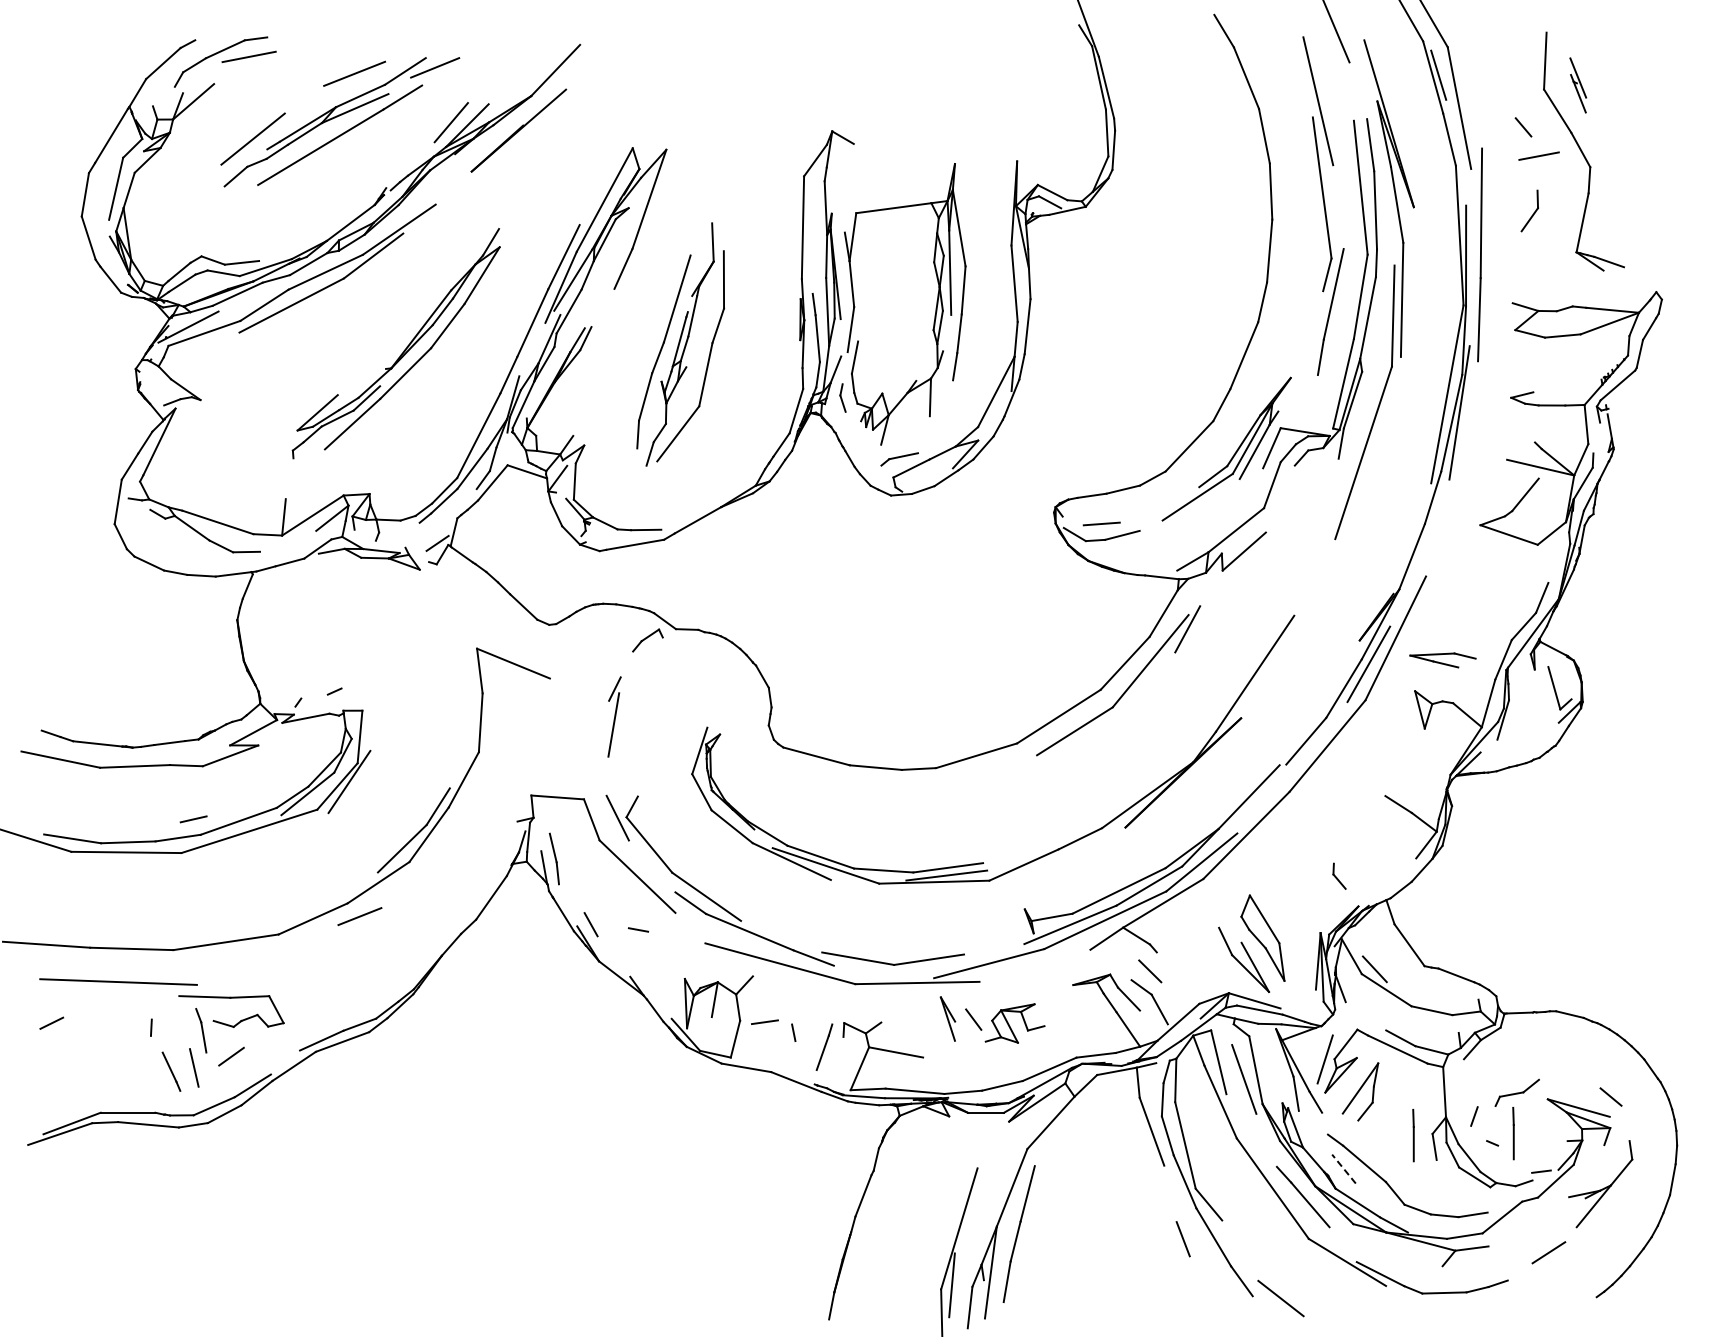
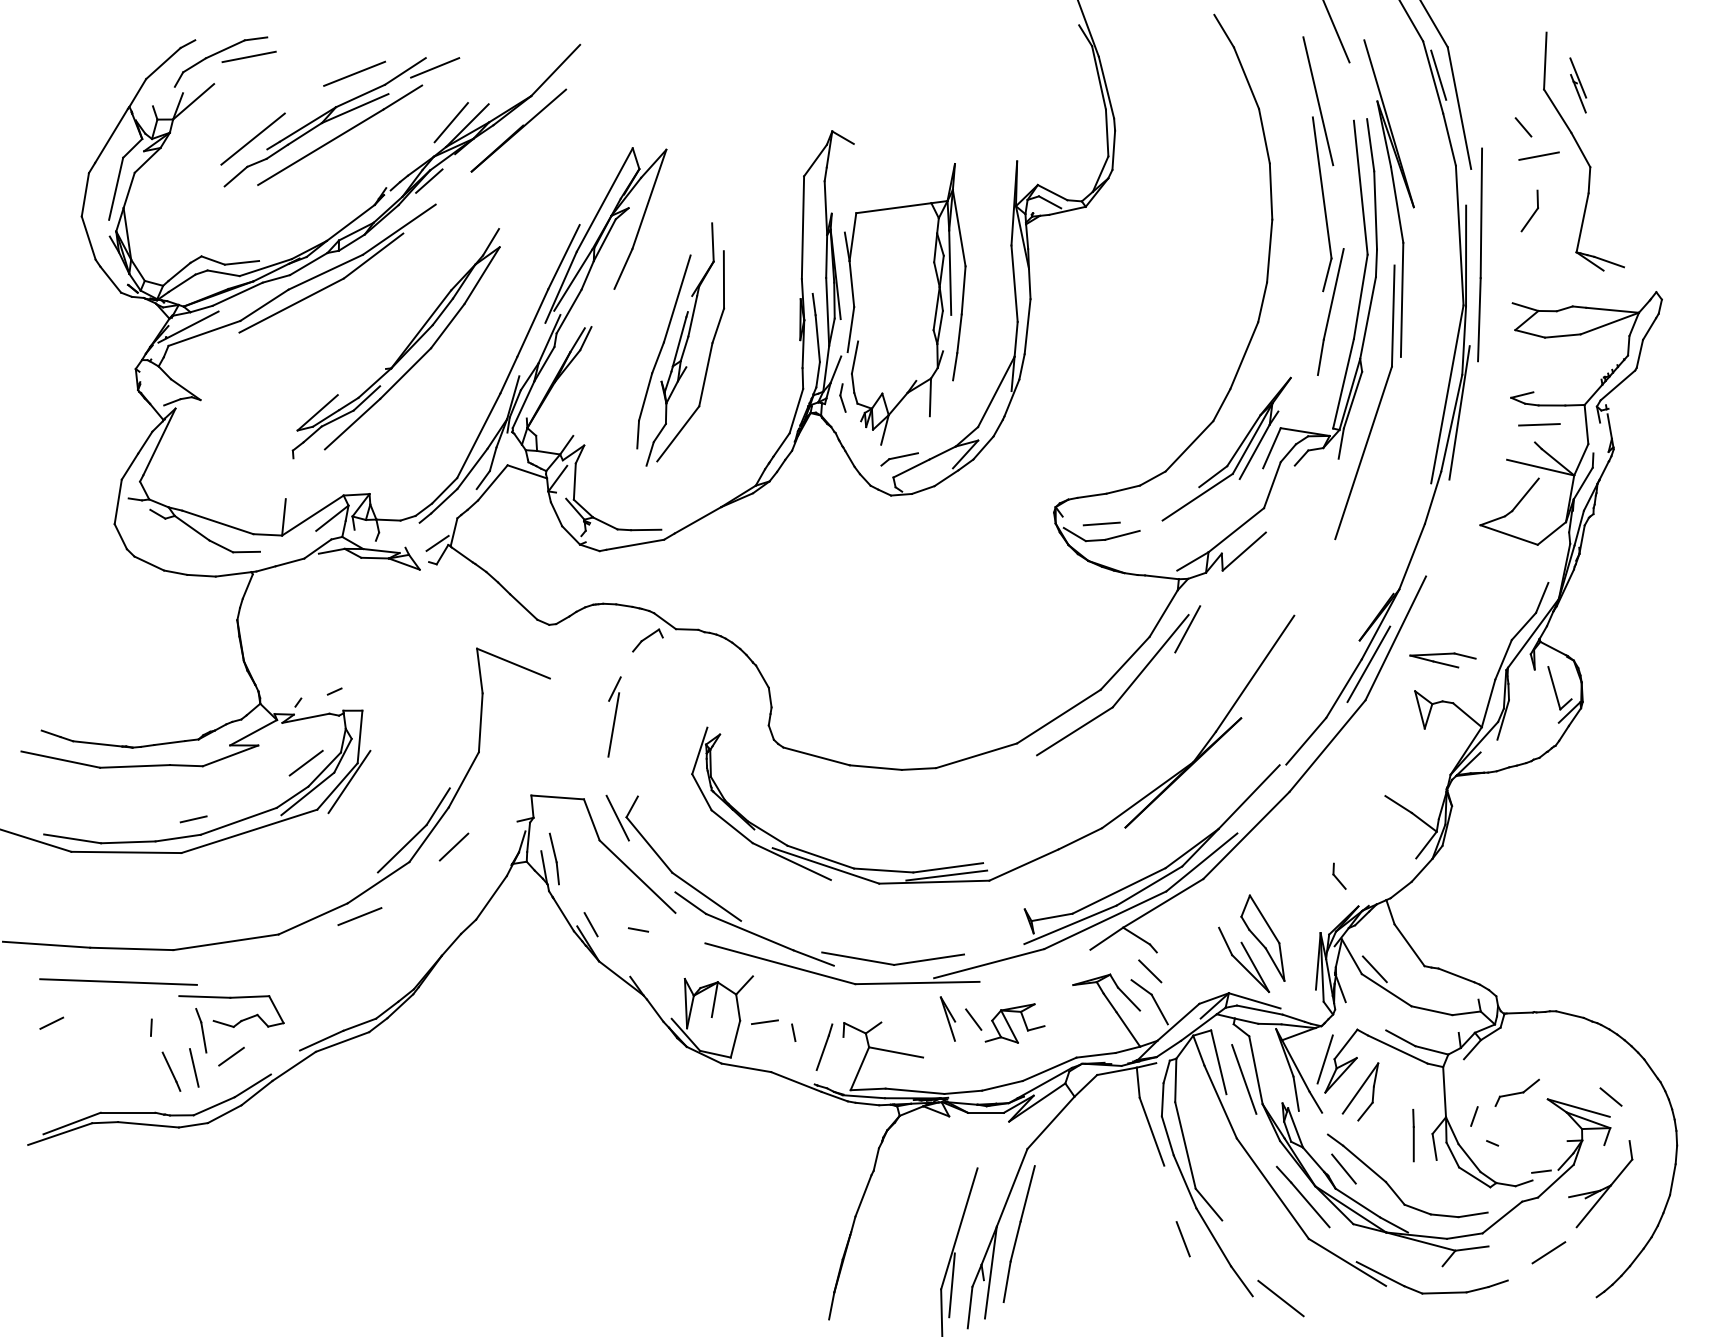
line at (429, 180): none -> present
line at (1539, 424): none -> present
line at (305, 762): none -> present
line at (453, 846): none -> present
line at (1513, 1133): present -> none
line at (1343, 1169): dashed -> solid
